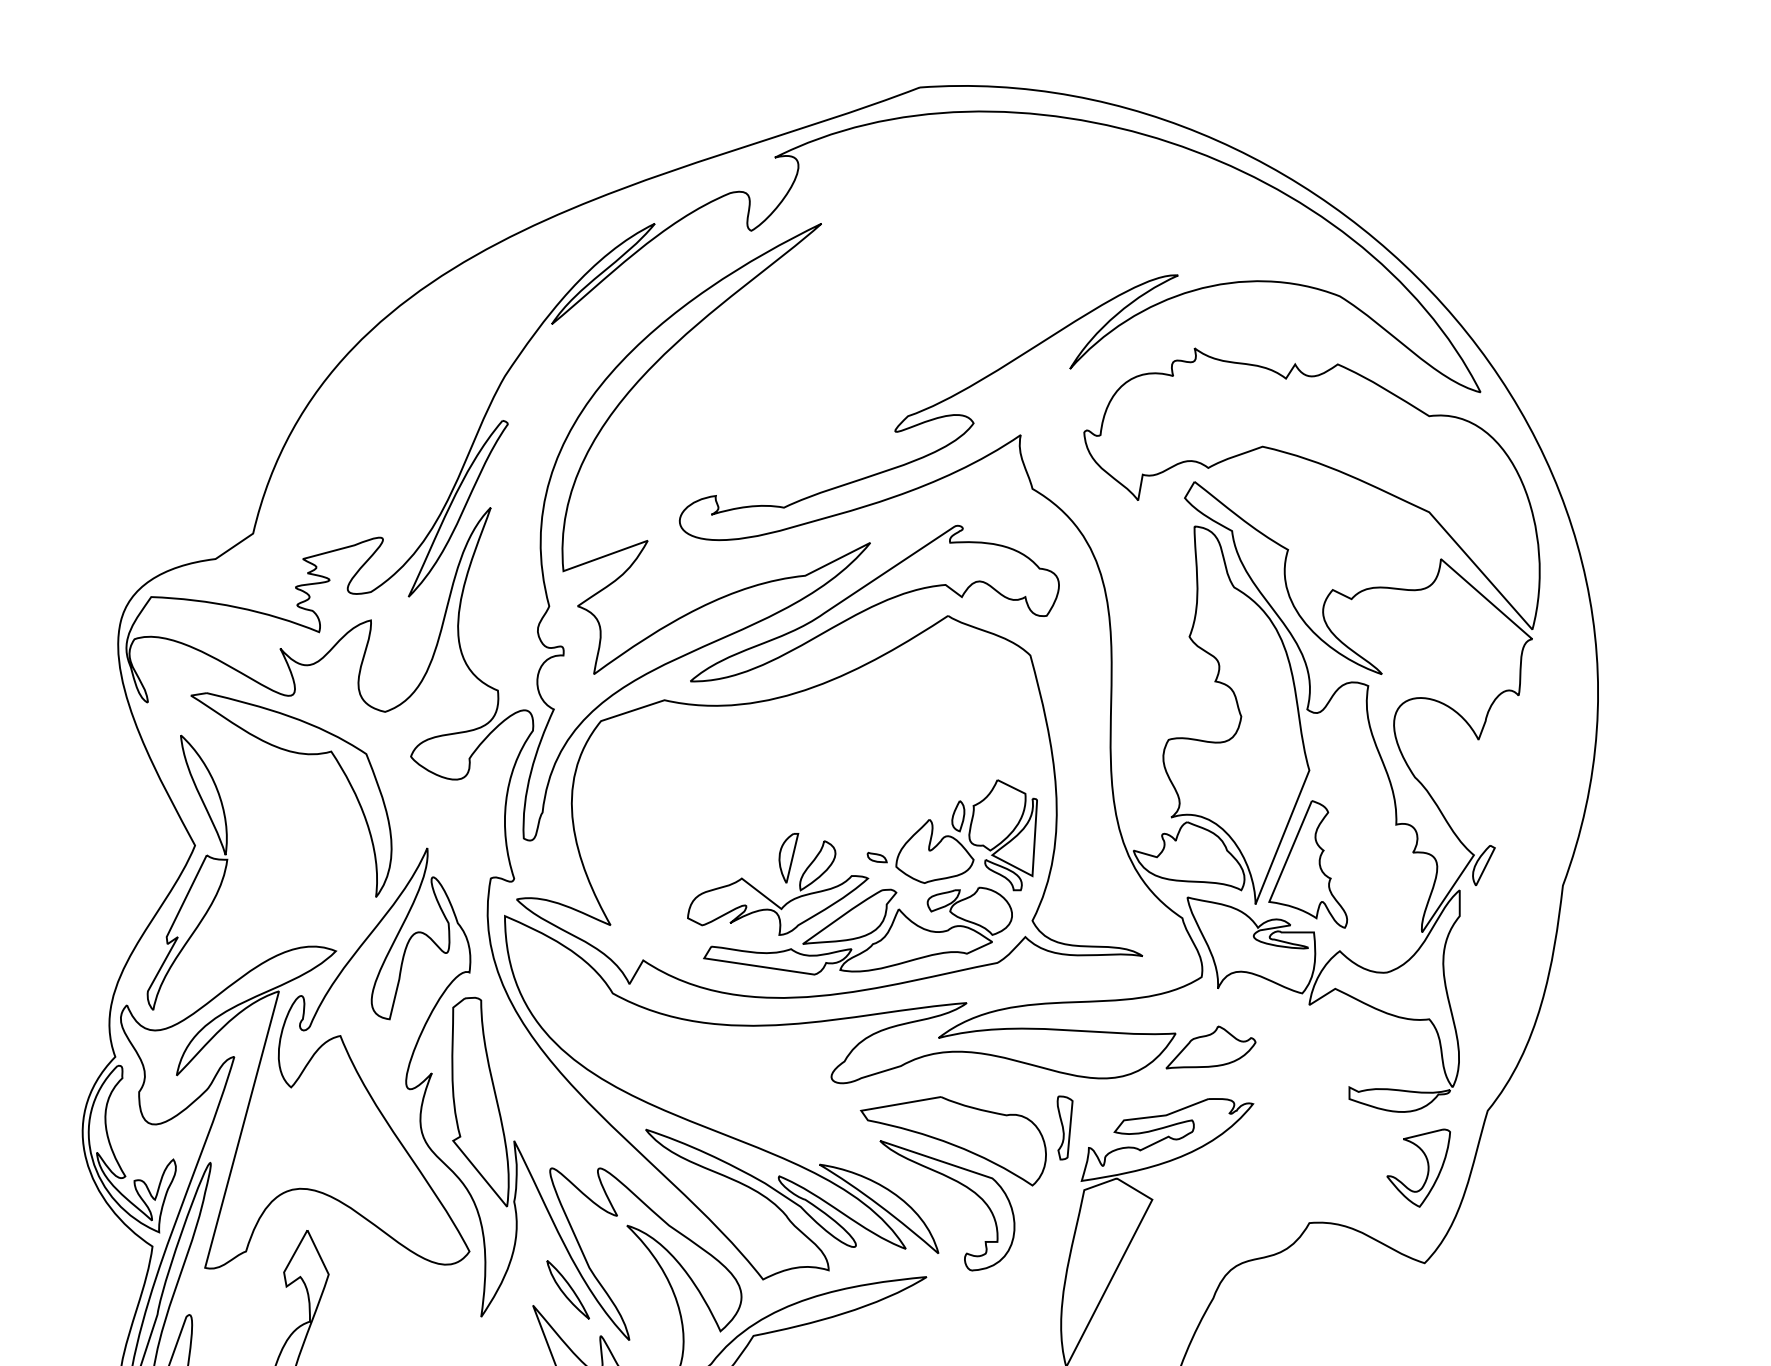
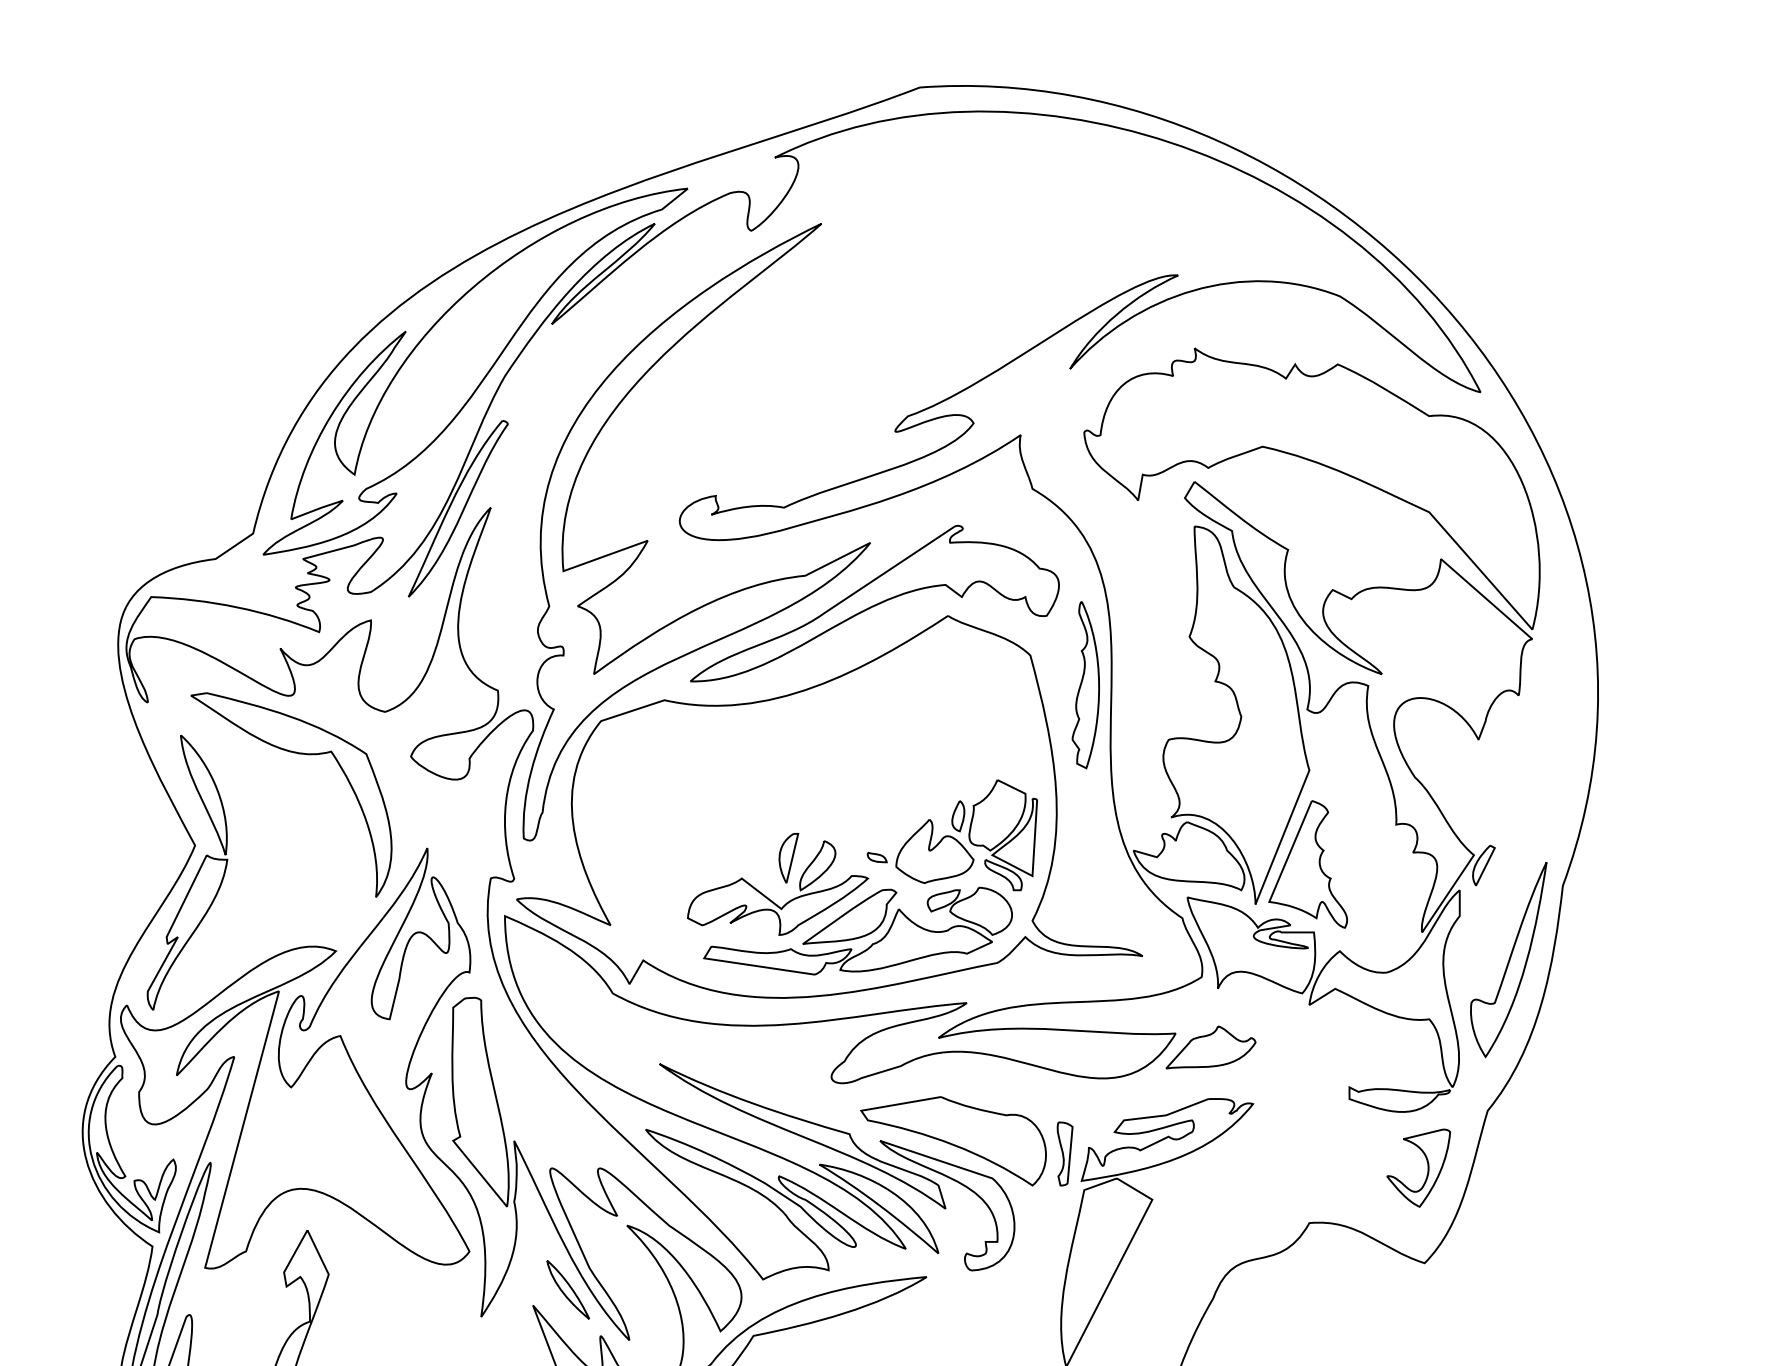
part at (475, 371): none -> present
part at (1085, 685): none -> present
part at (1508, 960): none -> present
part at (1064, 1127) position: (1064, 1127) -> (1064, 1153)
part at (802, 1136): none -> present
